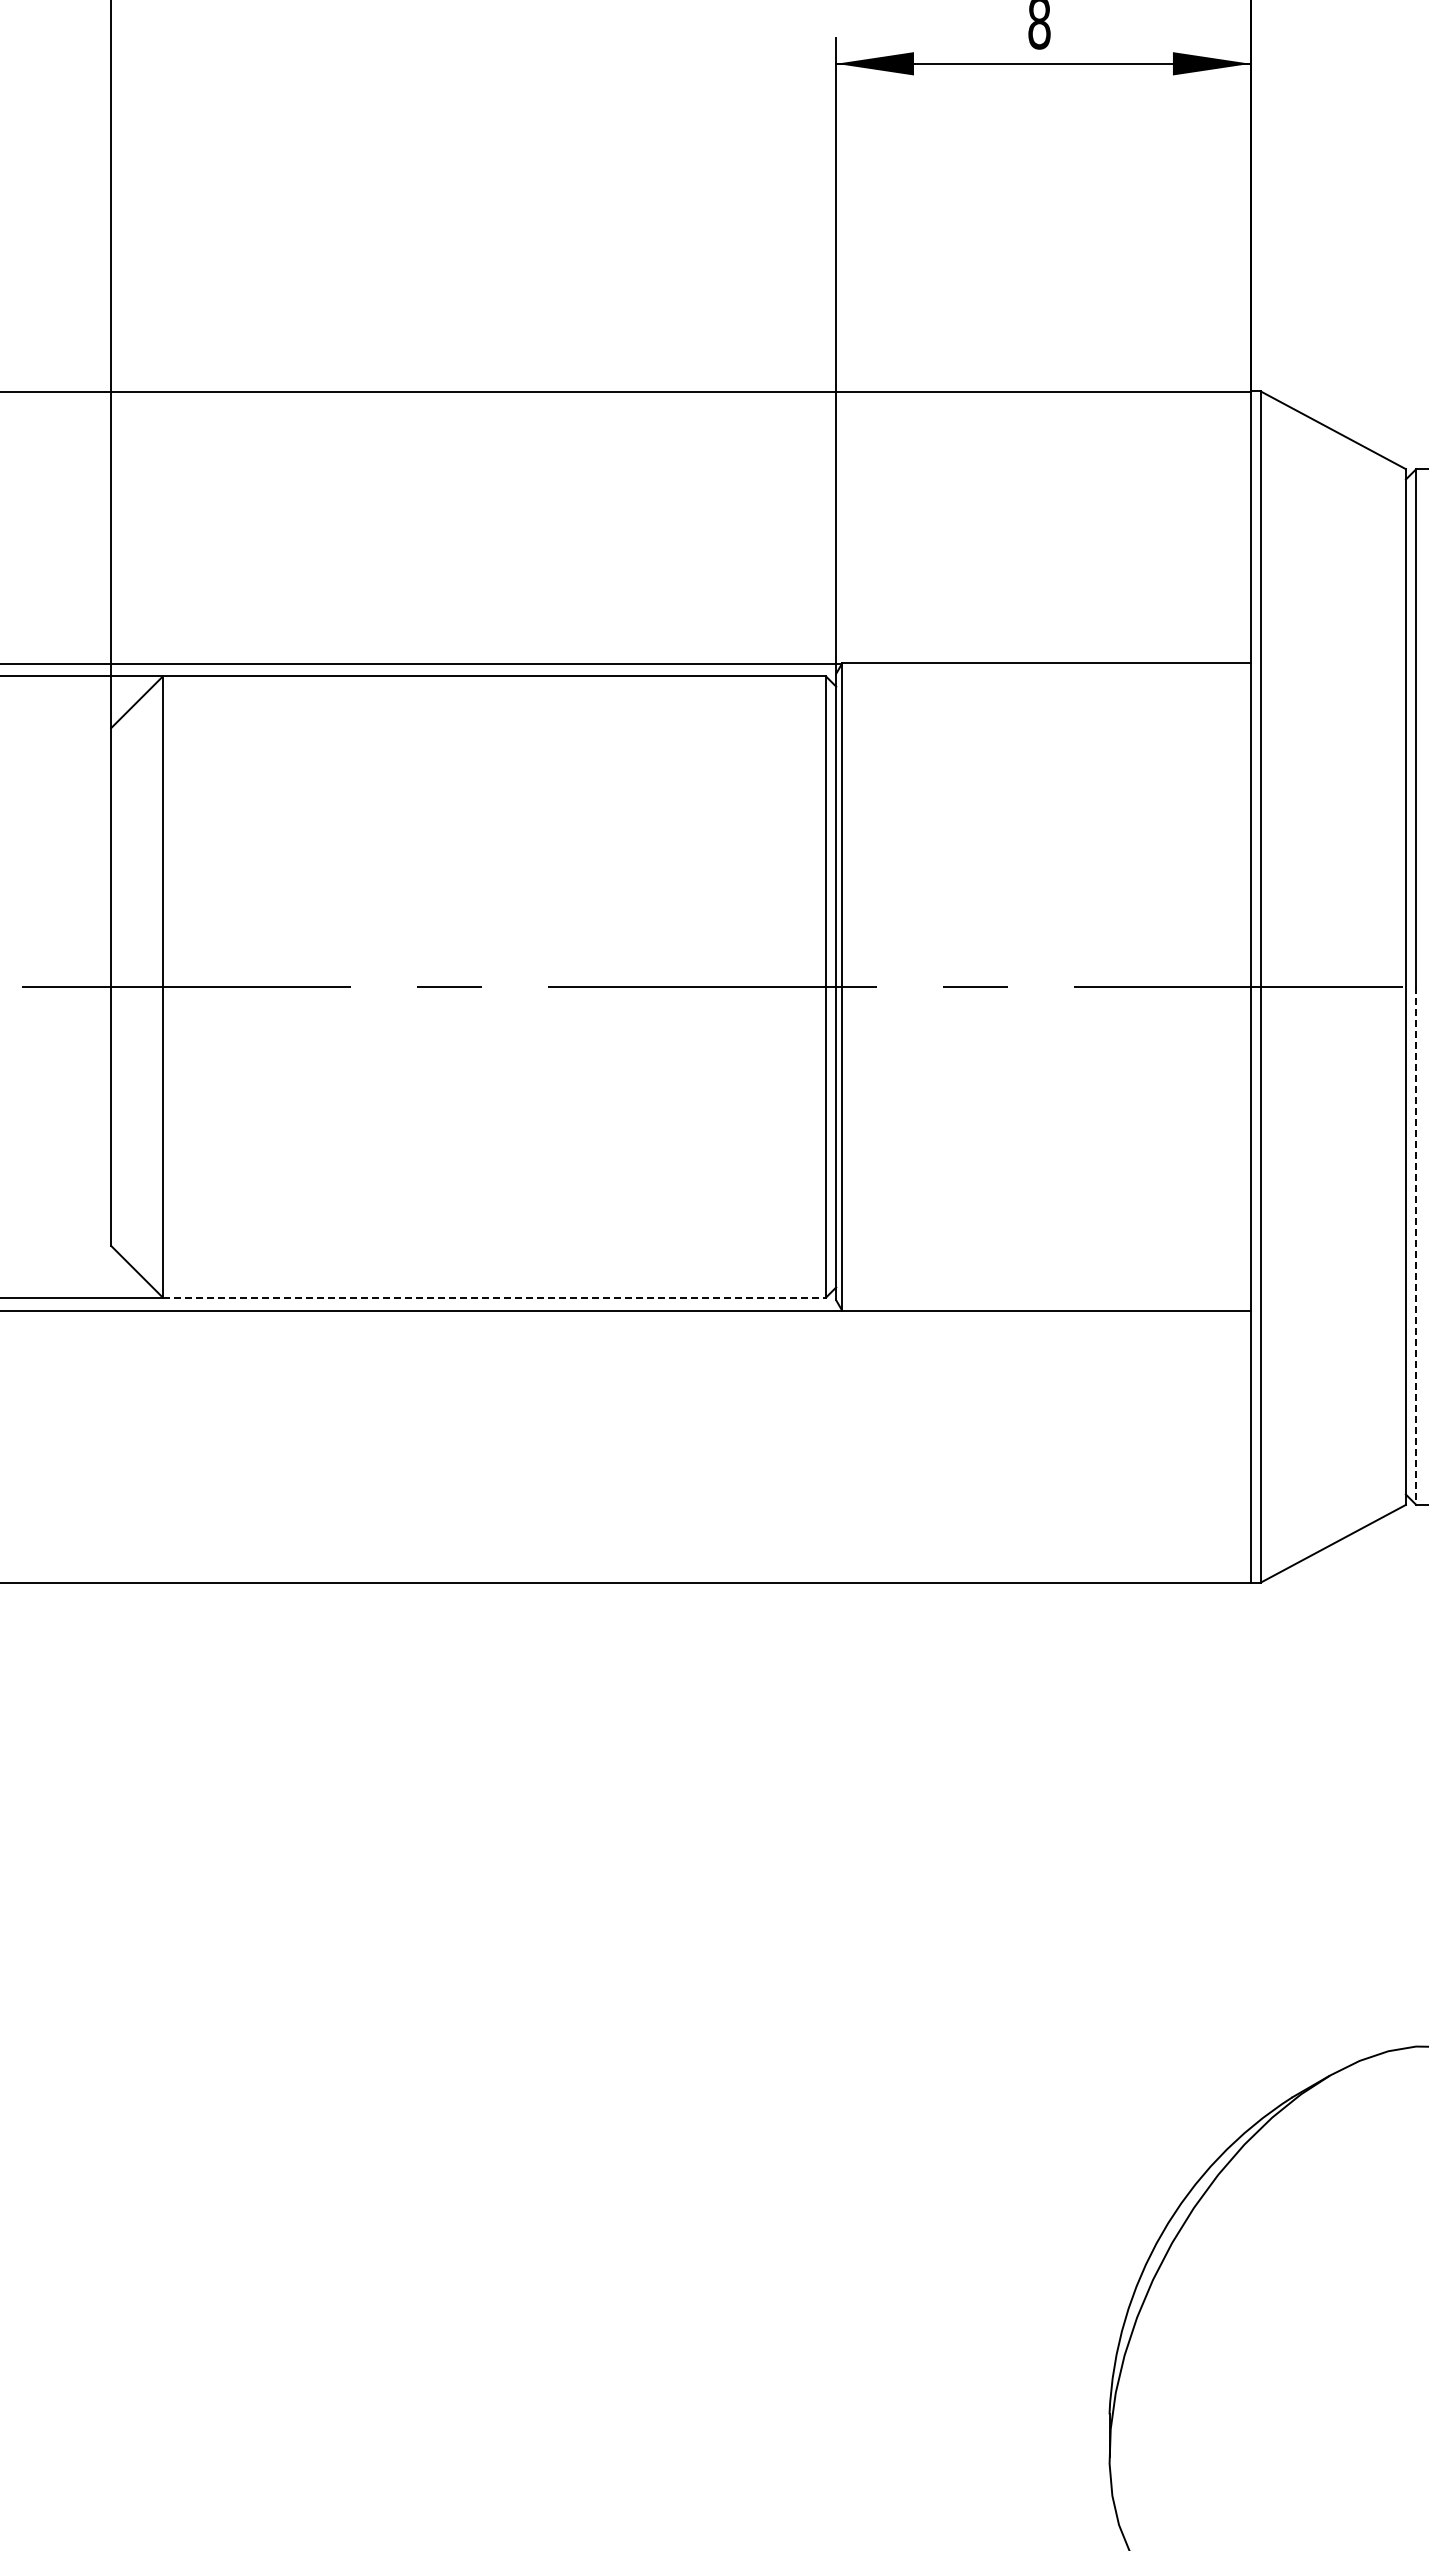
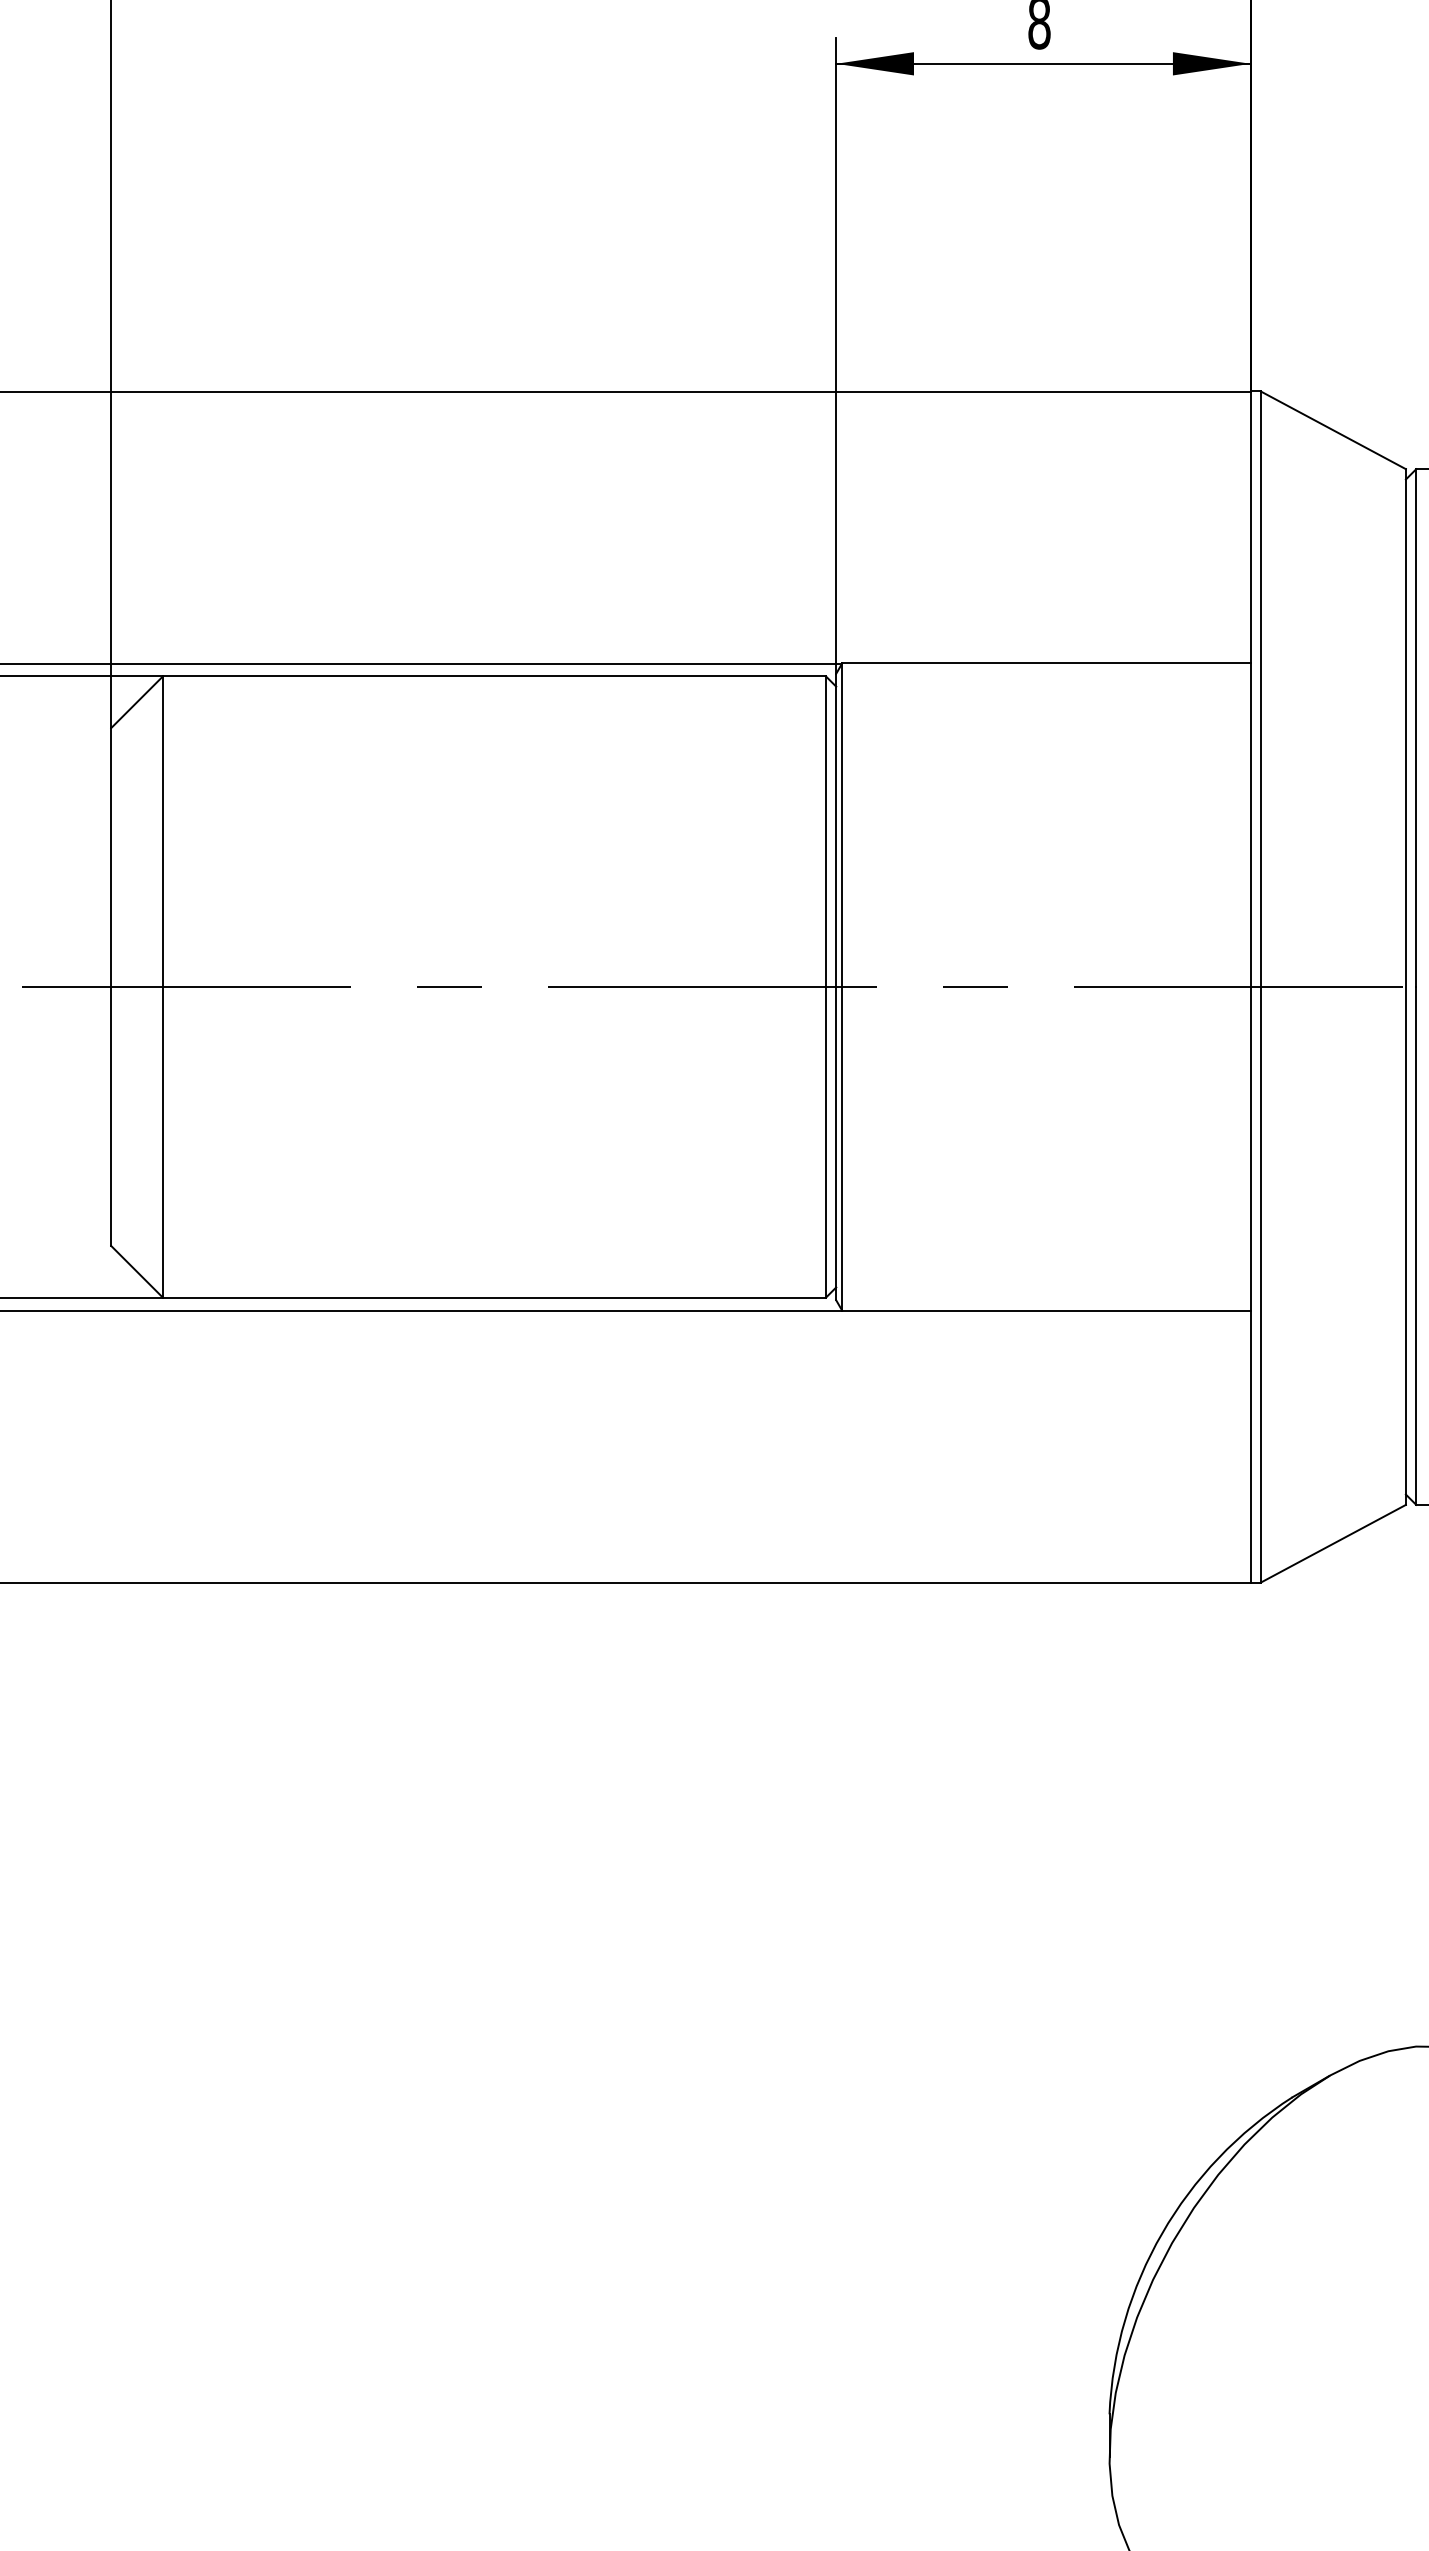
line at (1416, 1245): dashed -> solid
line at (494, 1297): dashed -> solid
